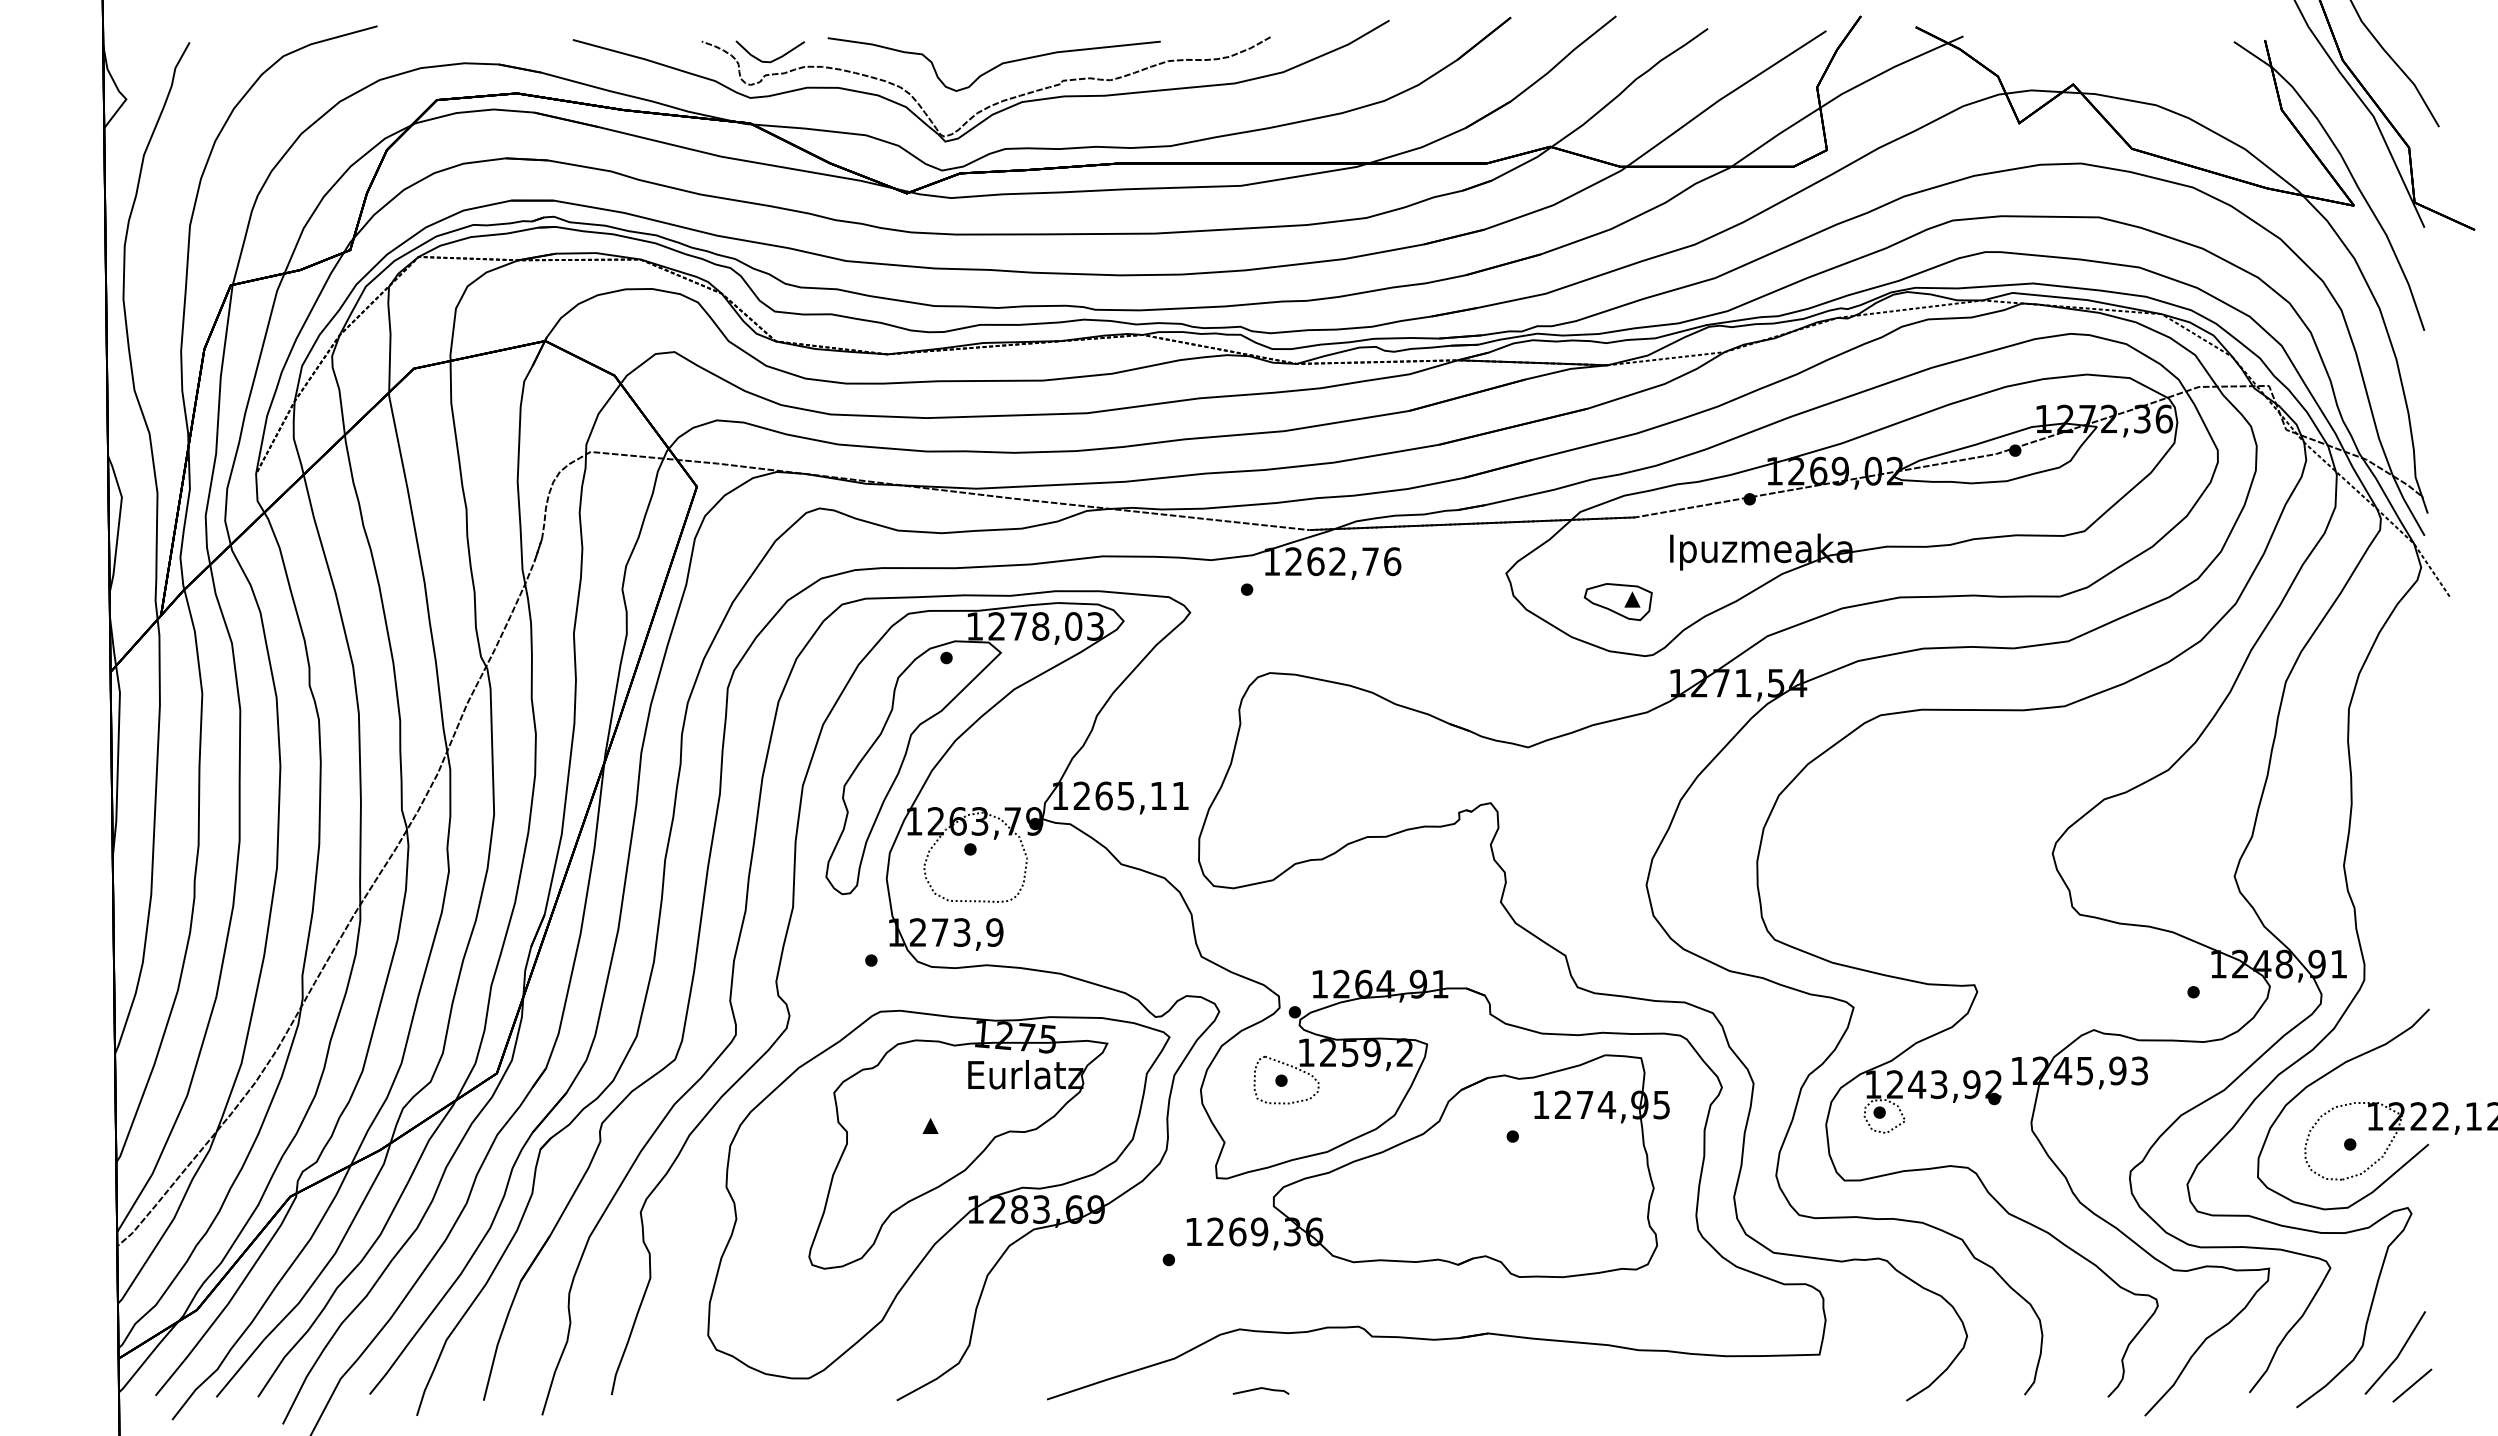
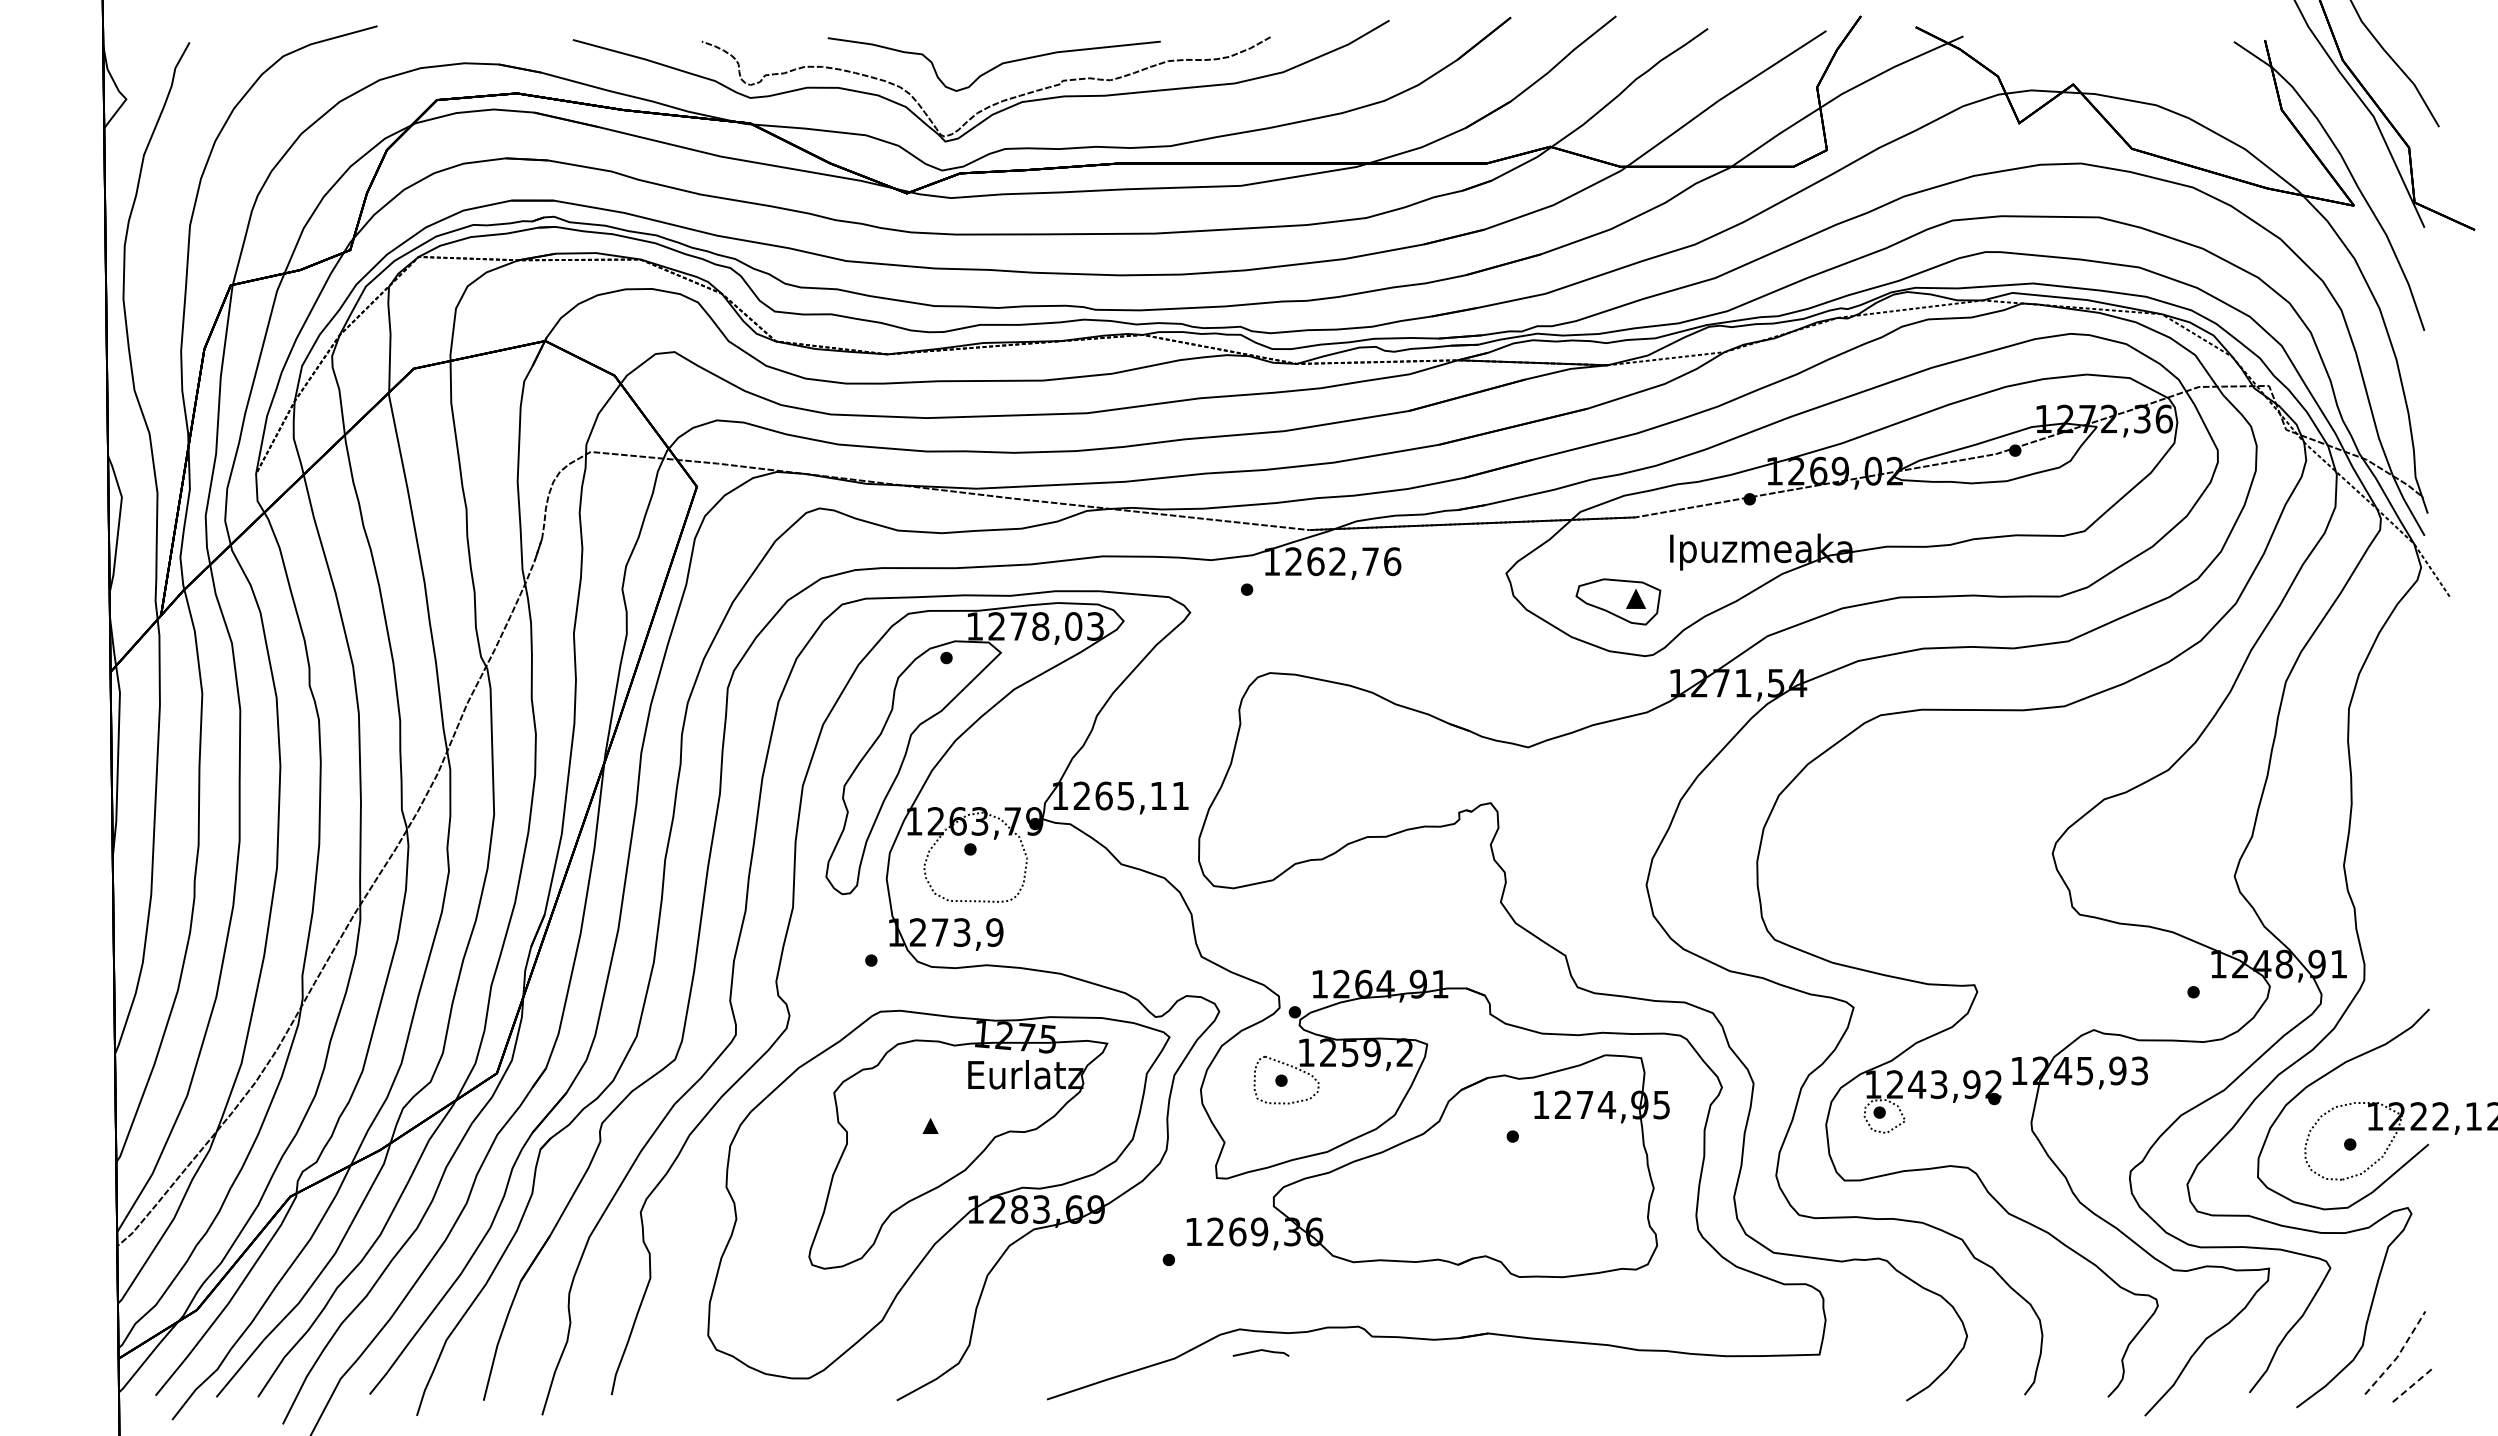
curve at (773, 59): present -> none
part at (1617, 602) size: 70x39 px -> 87x48 px
line at (2398, 1355): solid -> dashed
line at (2412, 1385): solid -> dashed
line at (1260, 1389) position: (1260, 1389) -> (1260, 1351)
